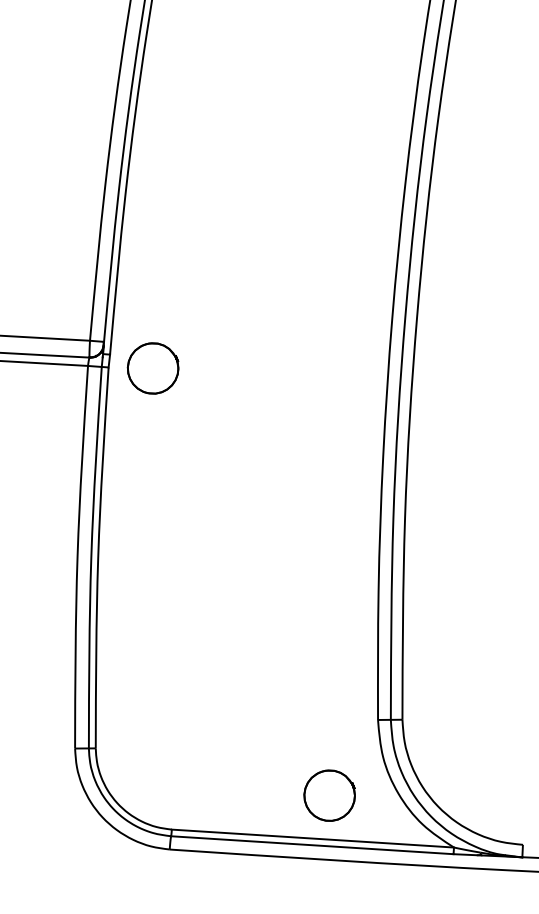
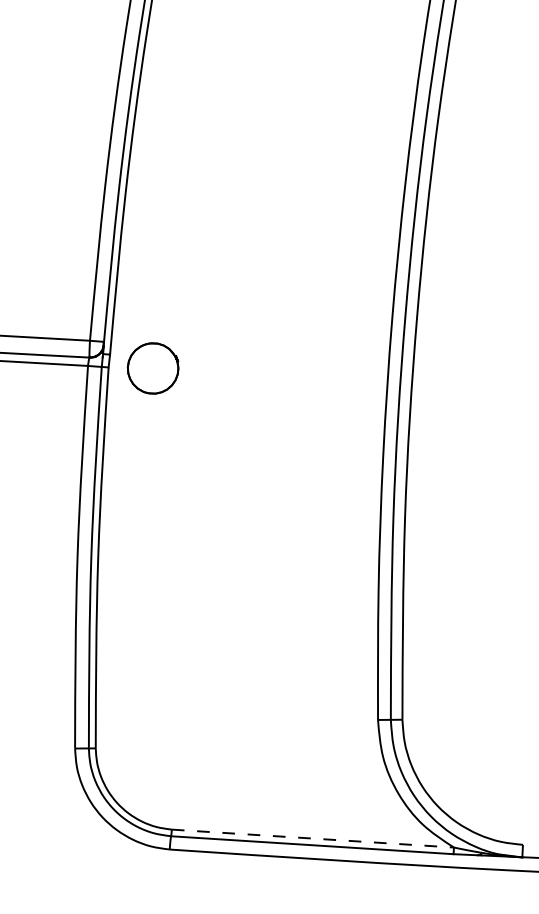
part at (329, 795): present -> none
line at (313, 838): solid -> dashed
